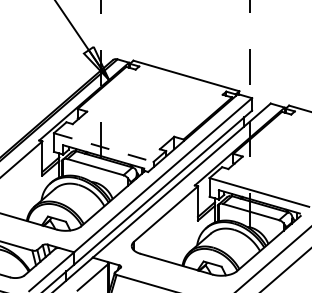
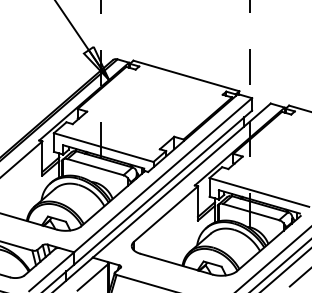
line at (103, 147): dashed -> solid
line at (280, 265): none -> present
line at (298, 278): none -> present
